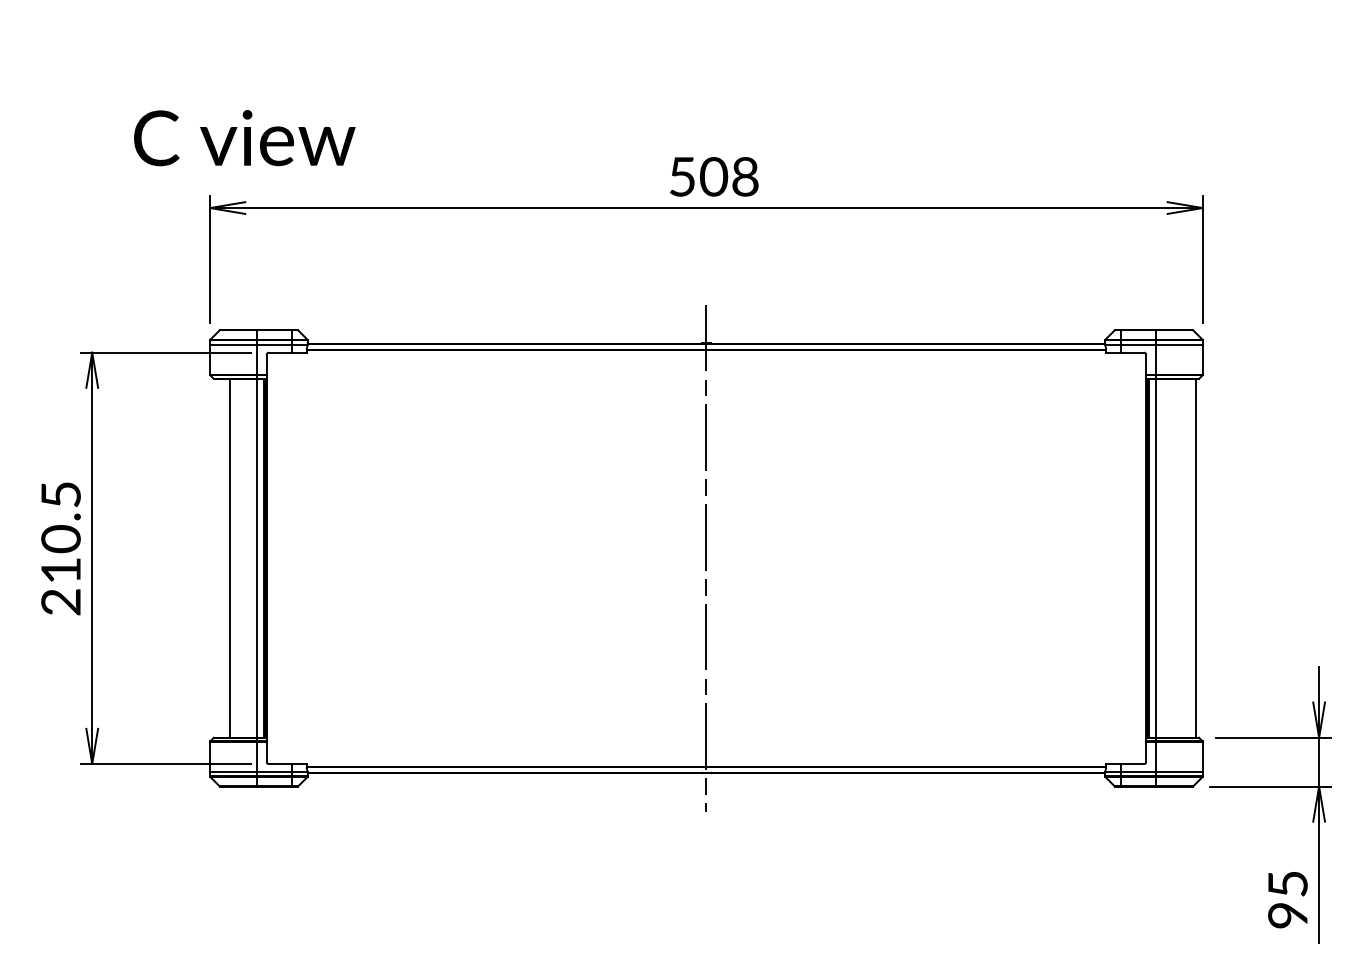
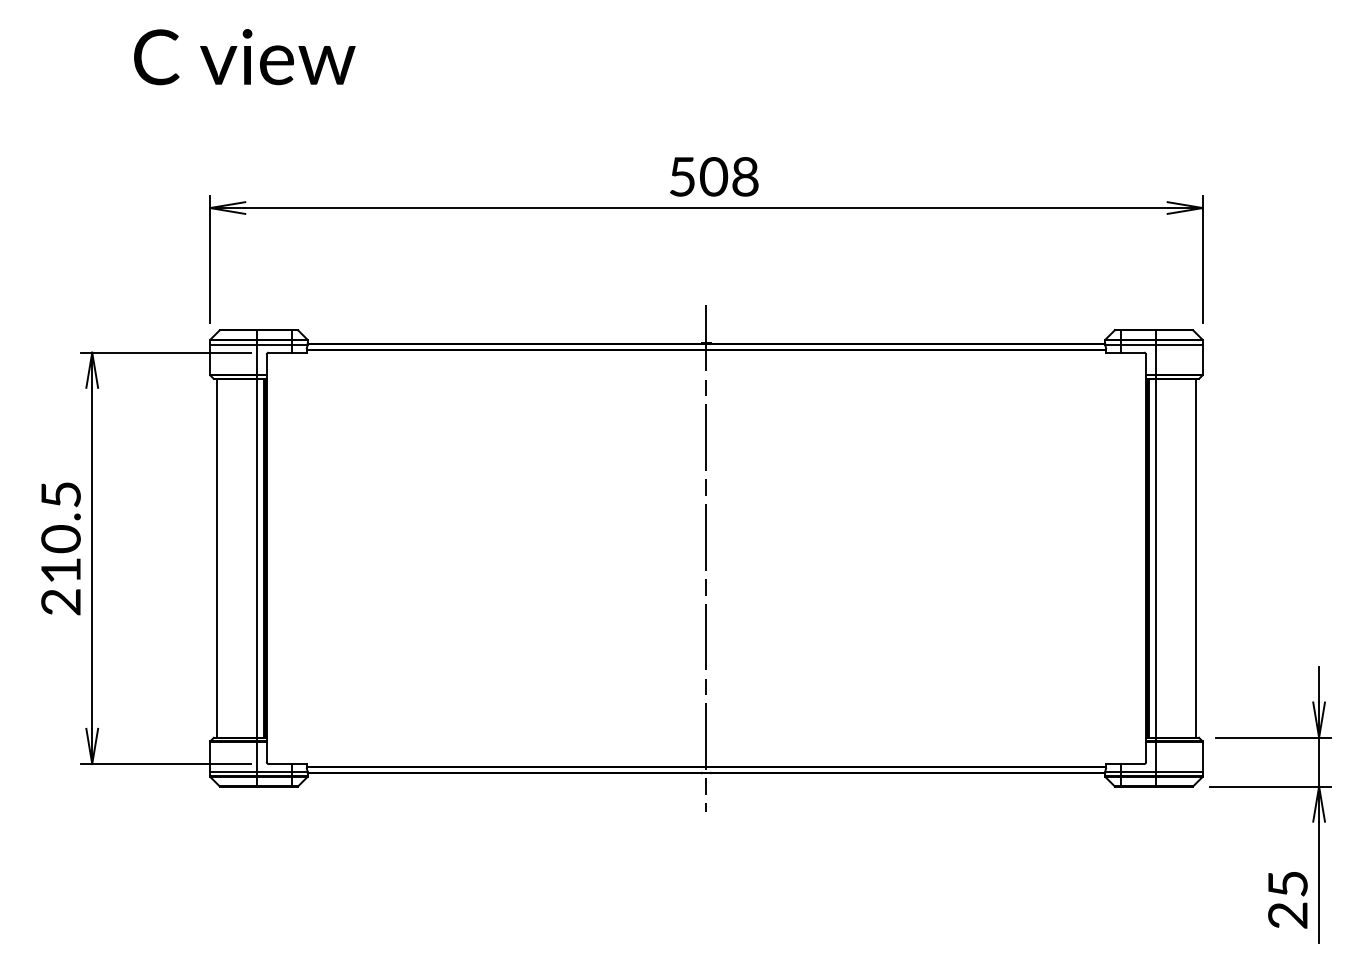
text at (244, 138) position: (244, 138) -> (244, 57)
line at (229, 558) position: (229, 558) -> (216, 558)
text at (1287, 915): 95 -> 25
